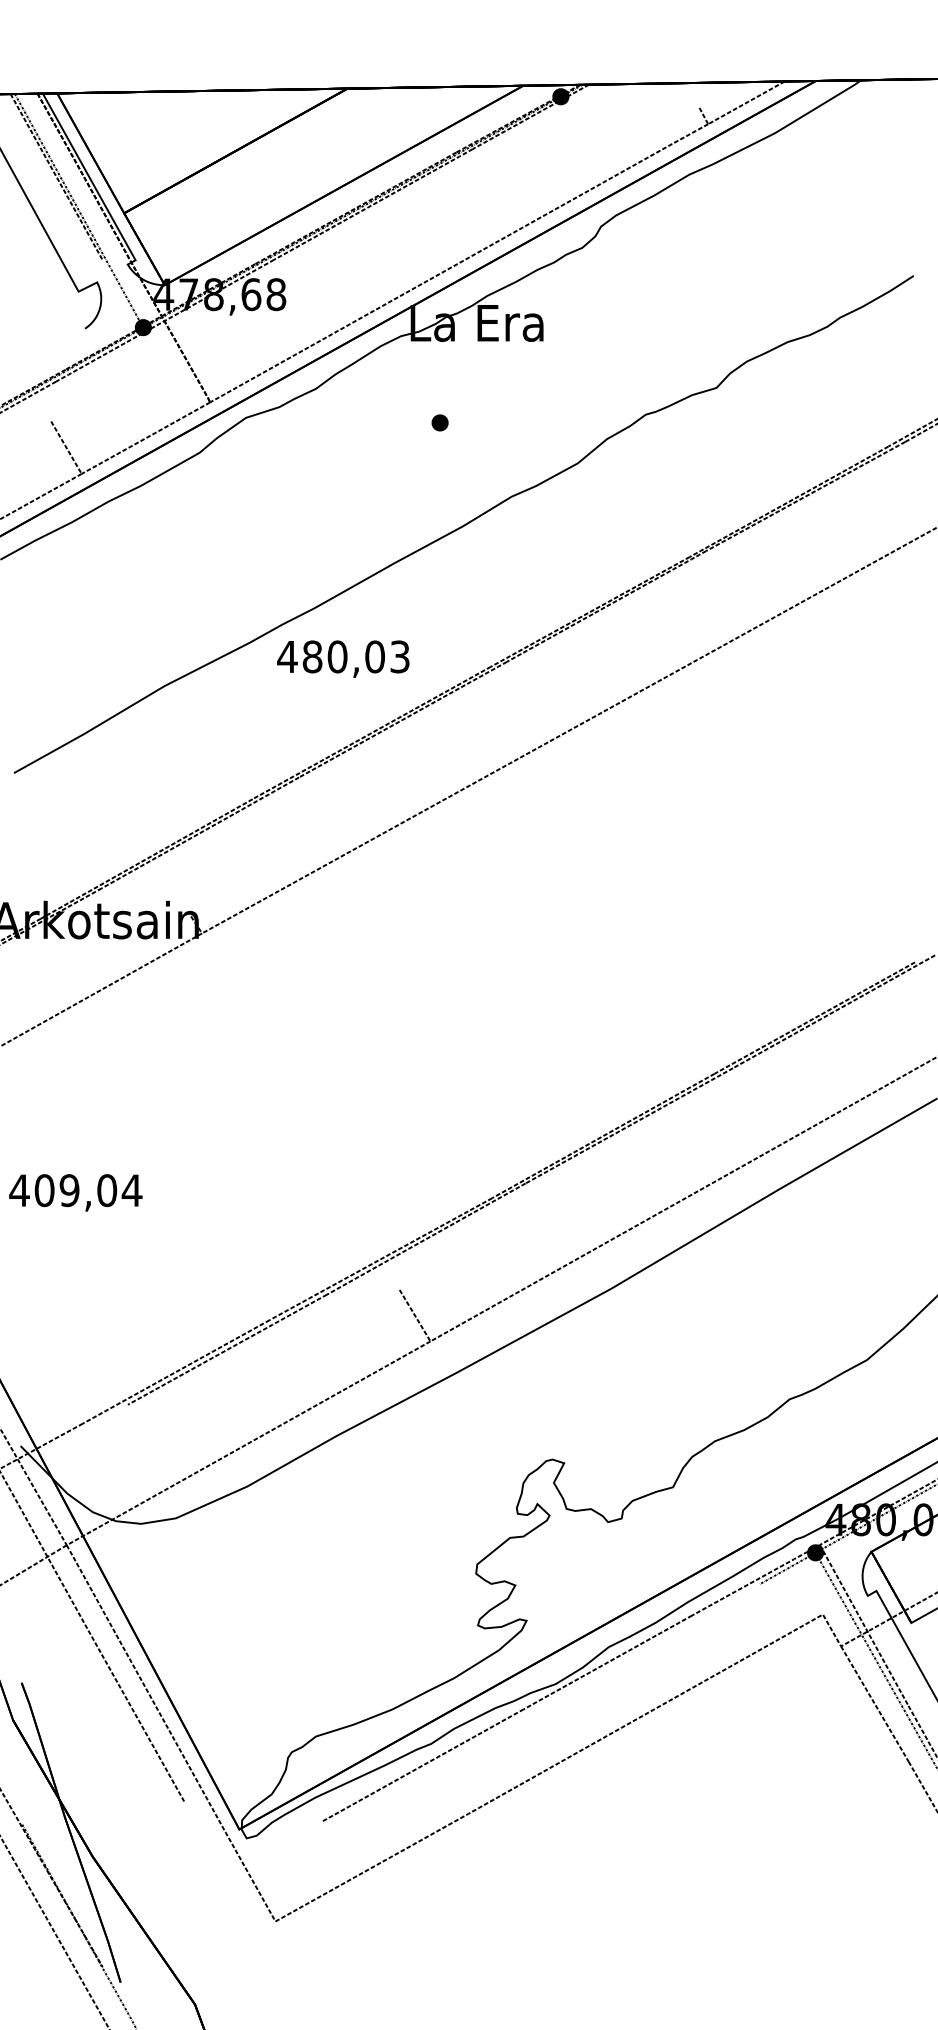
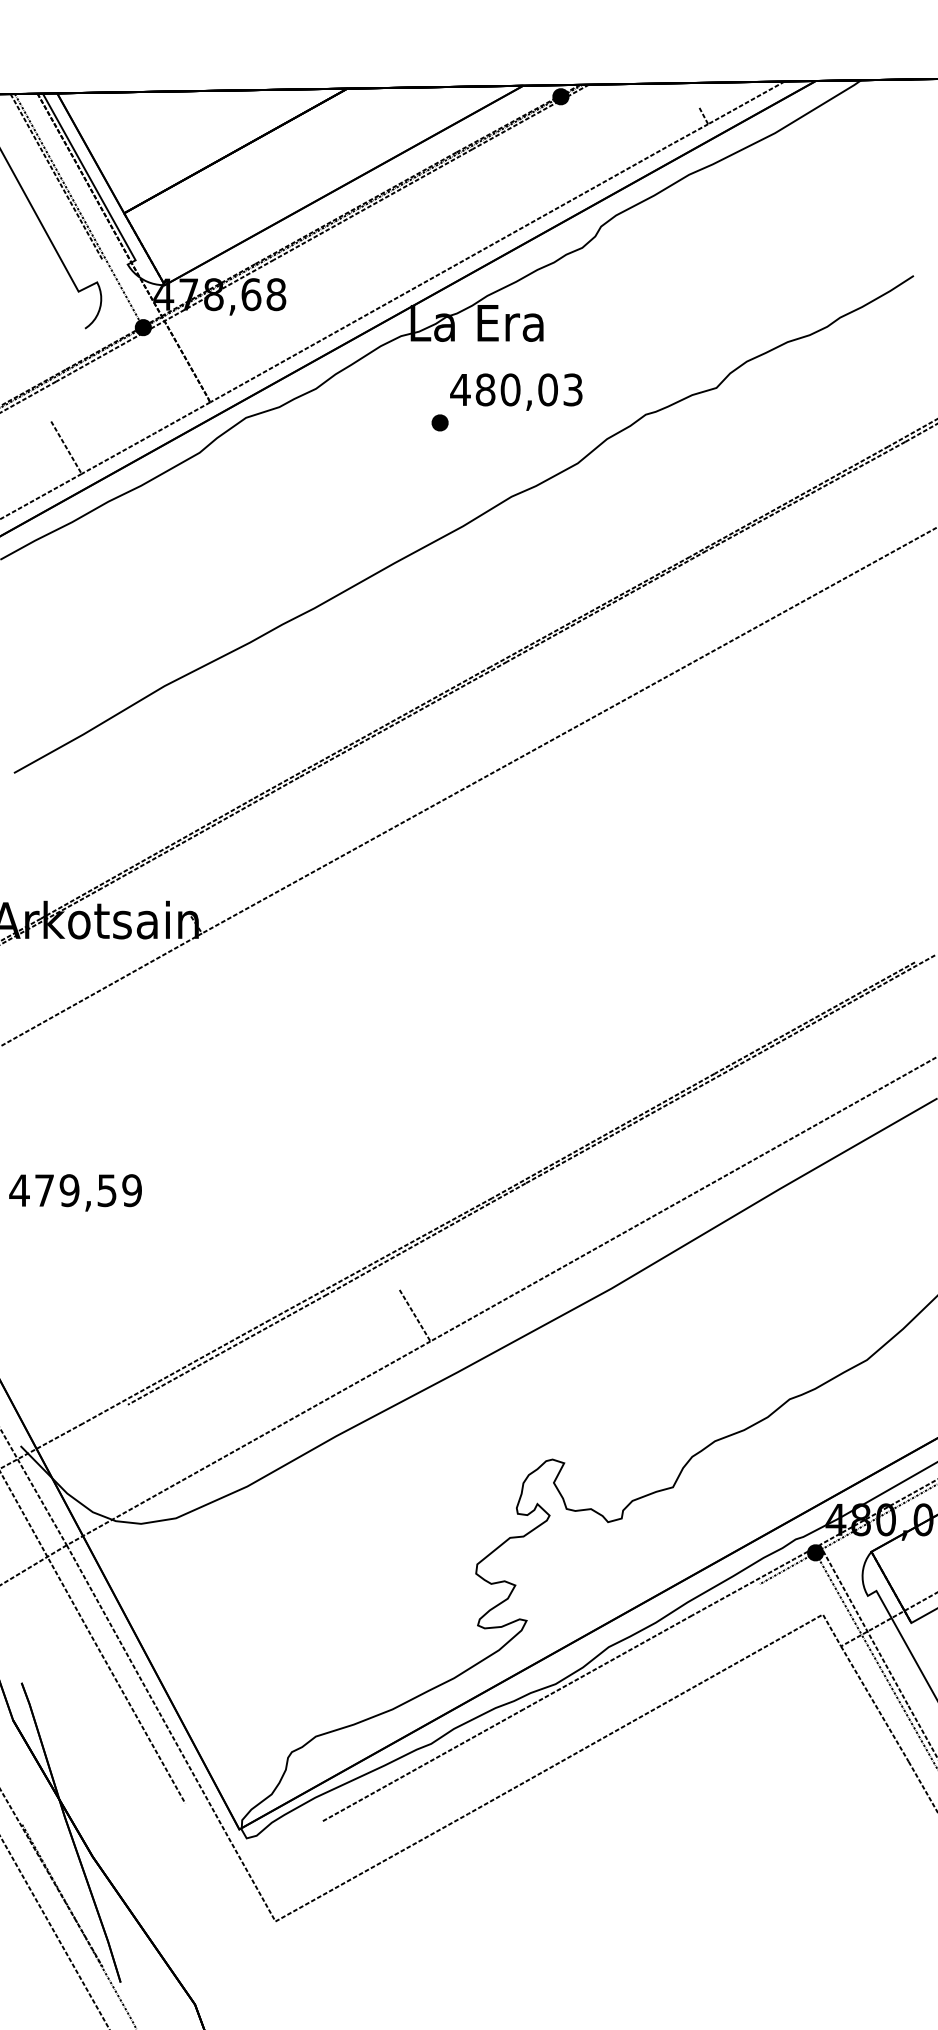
text at (343, 658) position: (343, 658) -> (516, 391)
text at (88, 1190): 409,04 -> 479,59
